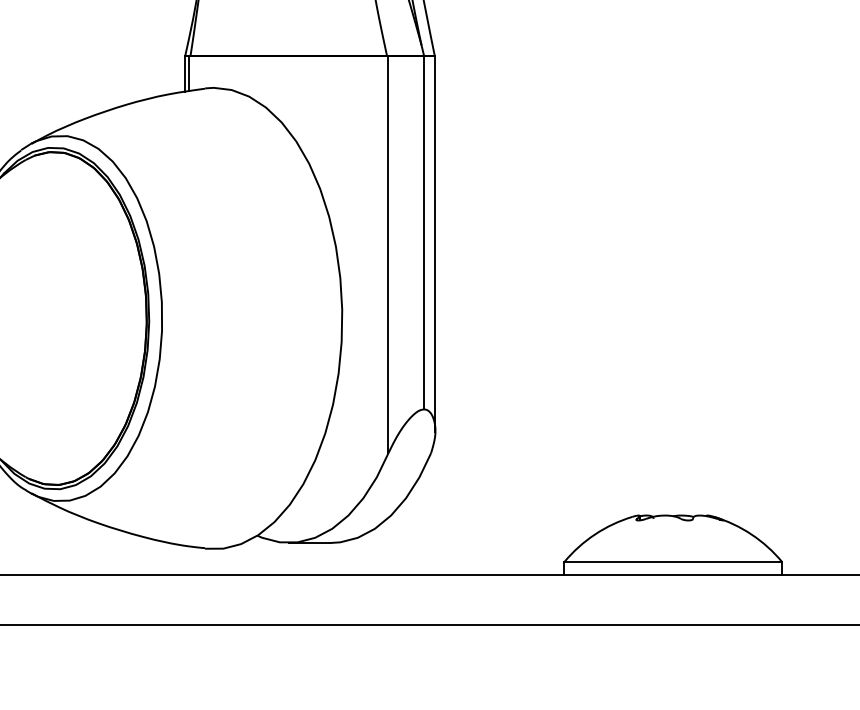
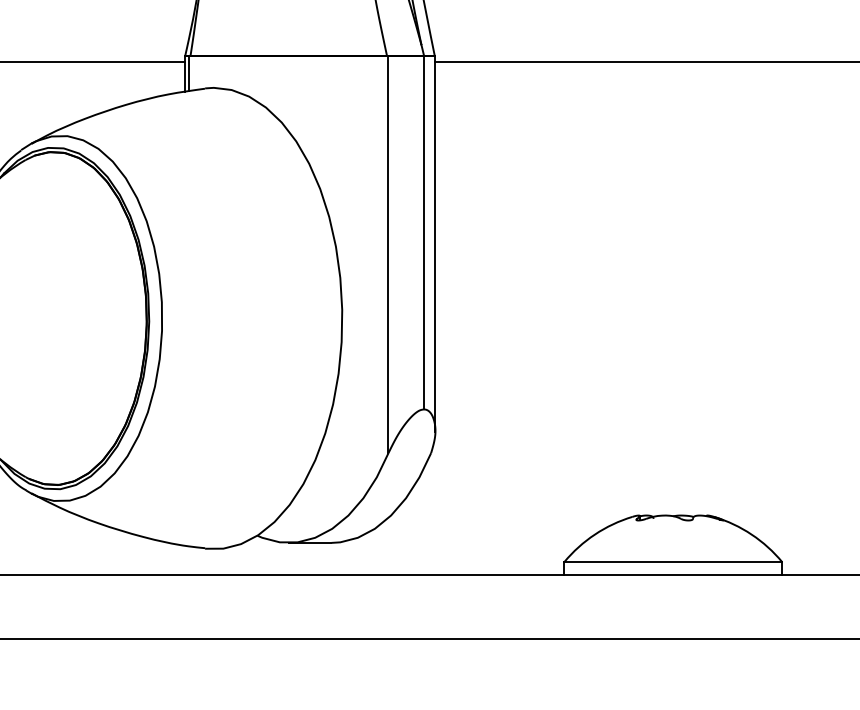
line at (93, 62): none -> present
line at (645, 62): none -> present
line at (429, 625) position: (429, 625) -> (429, 639)
